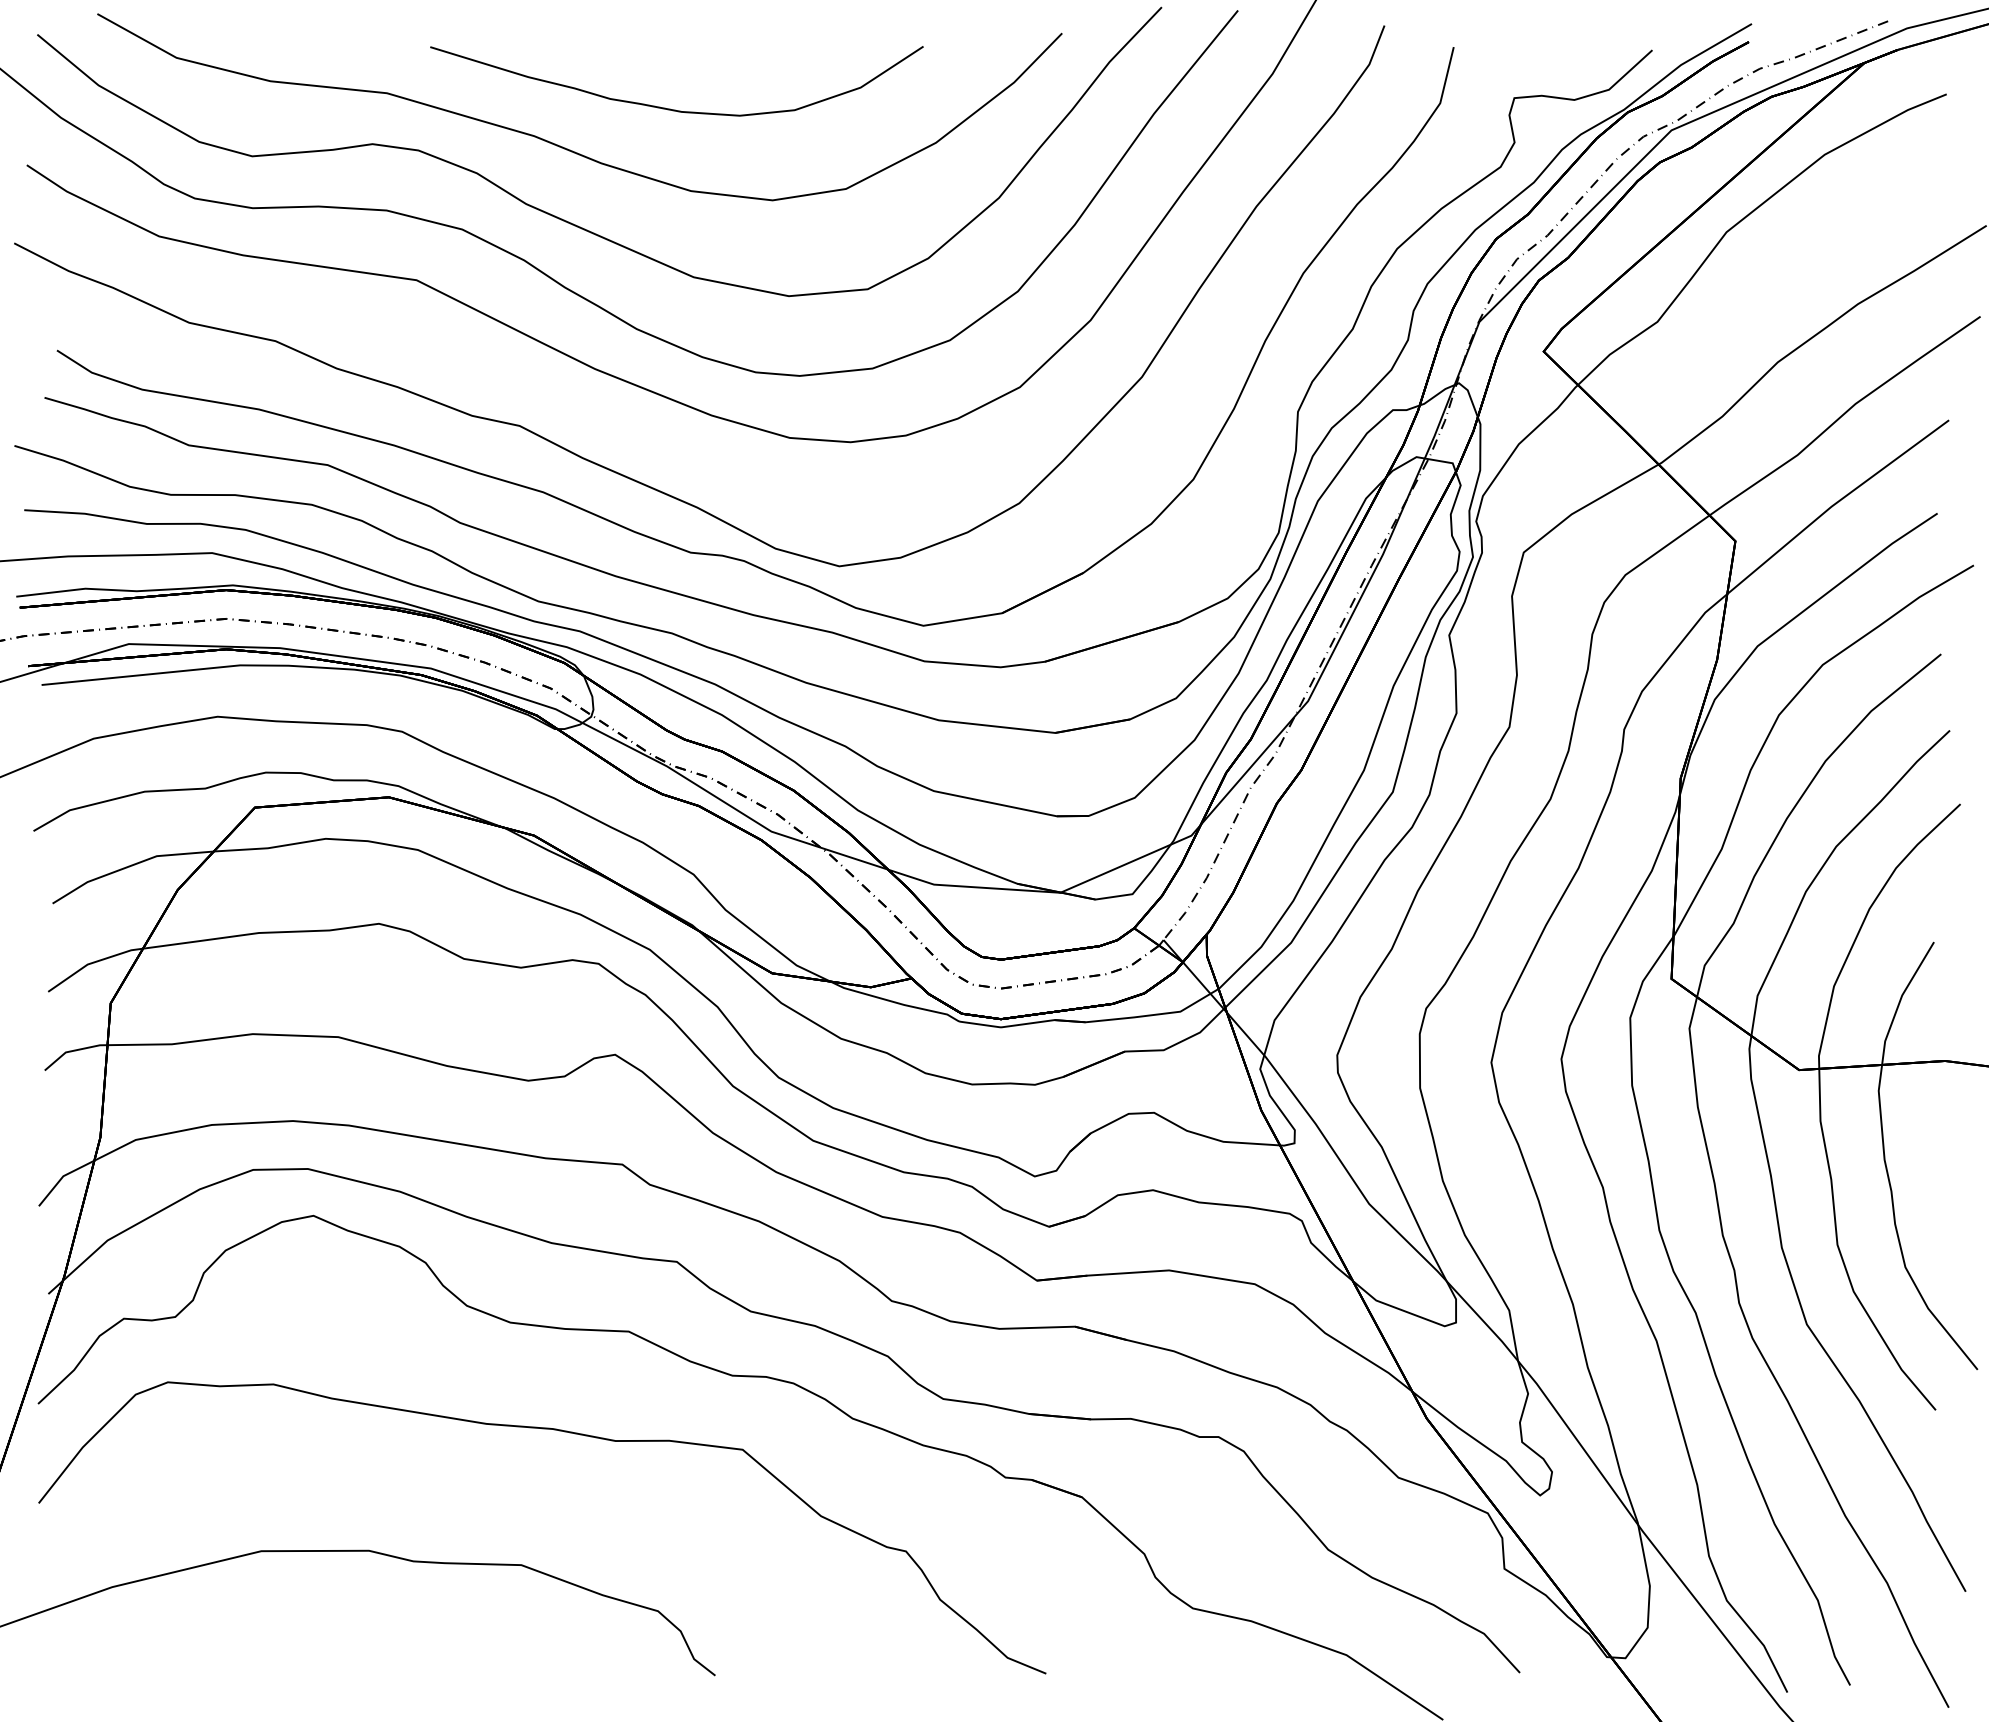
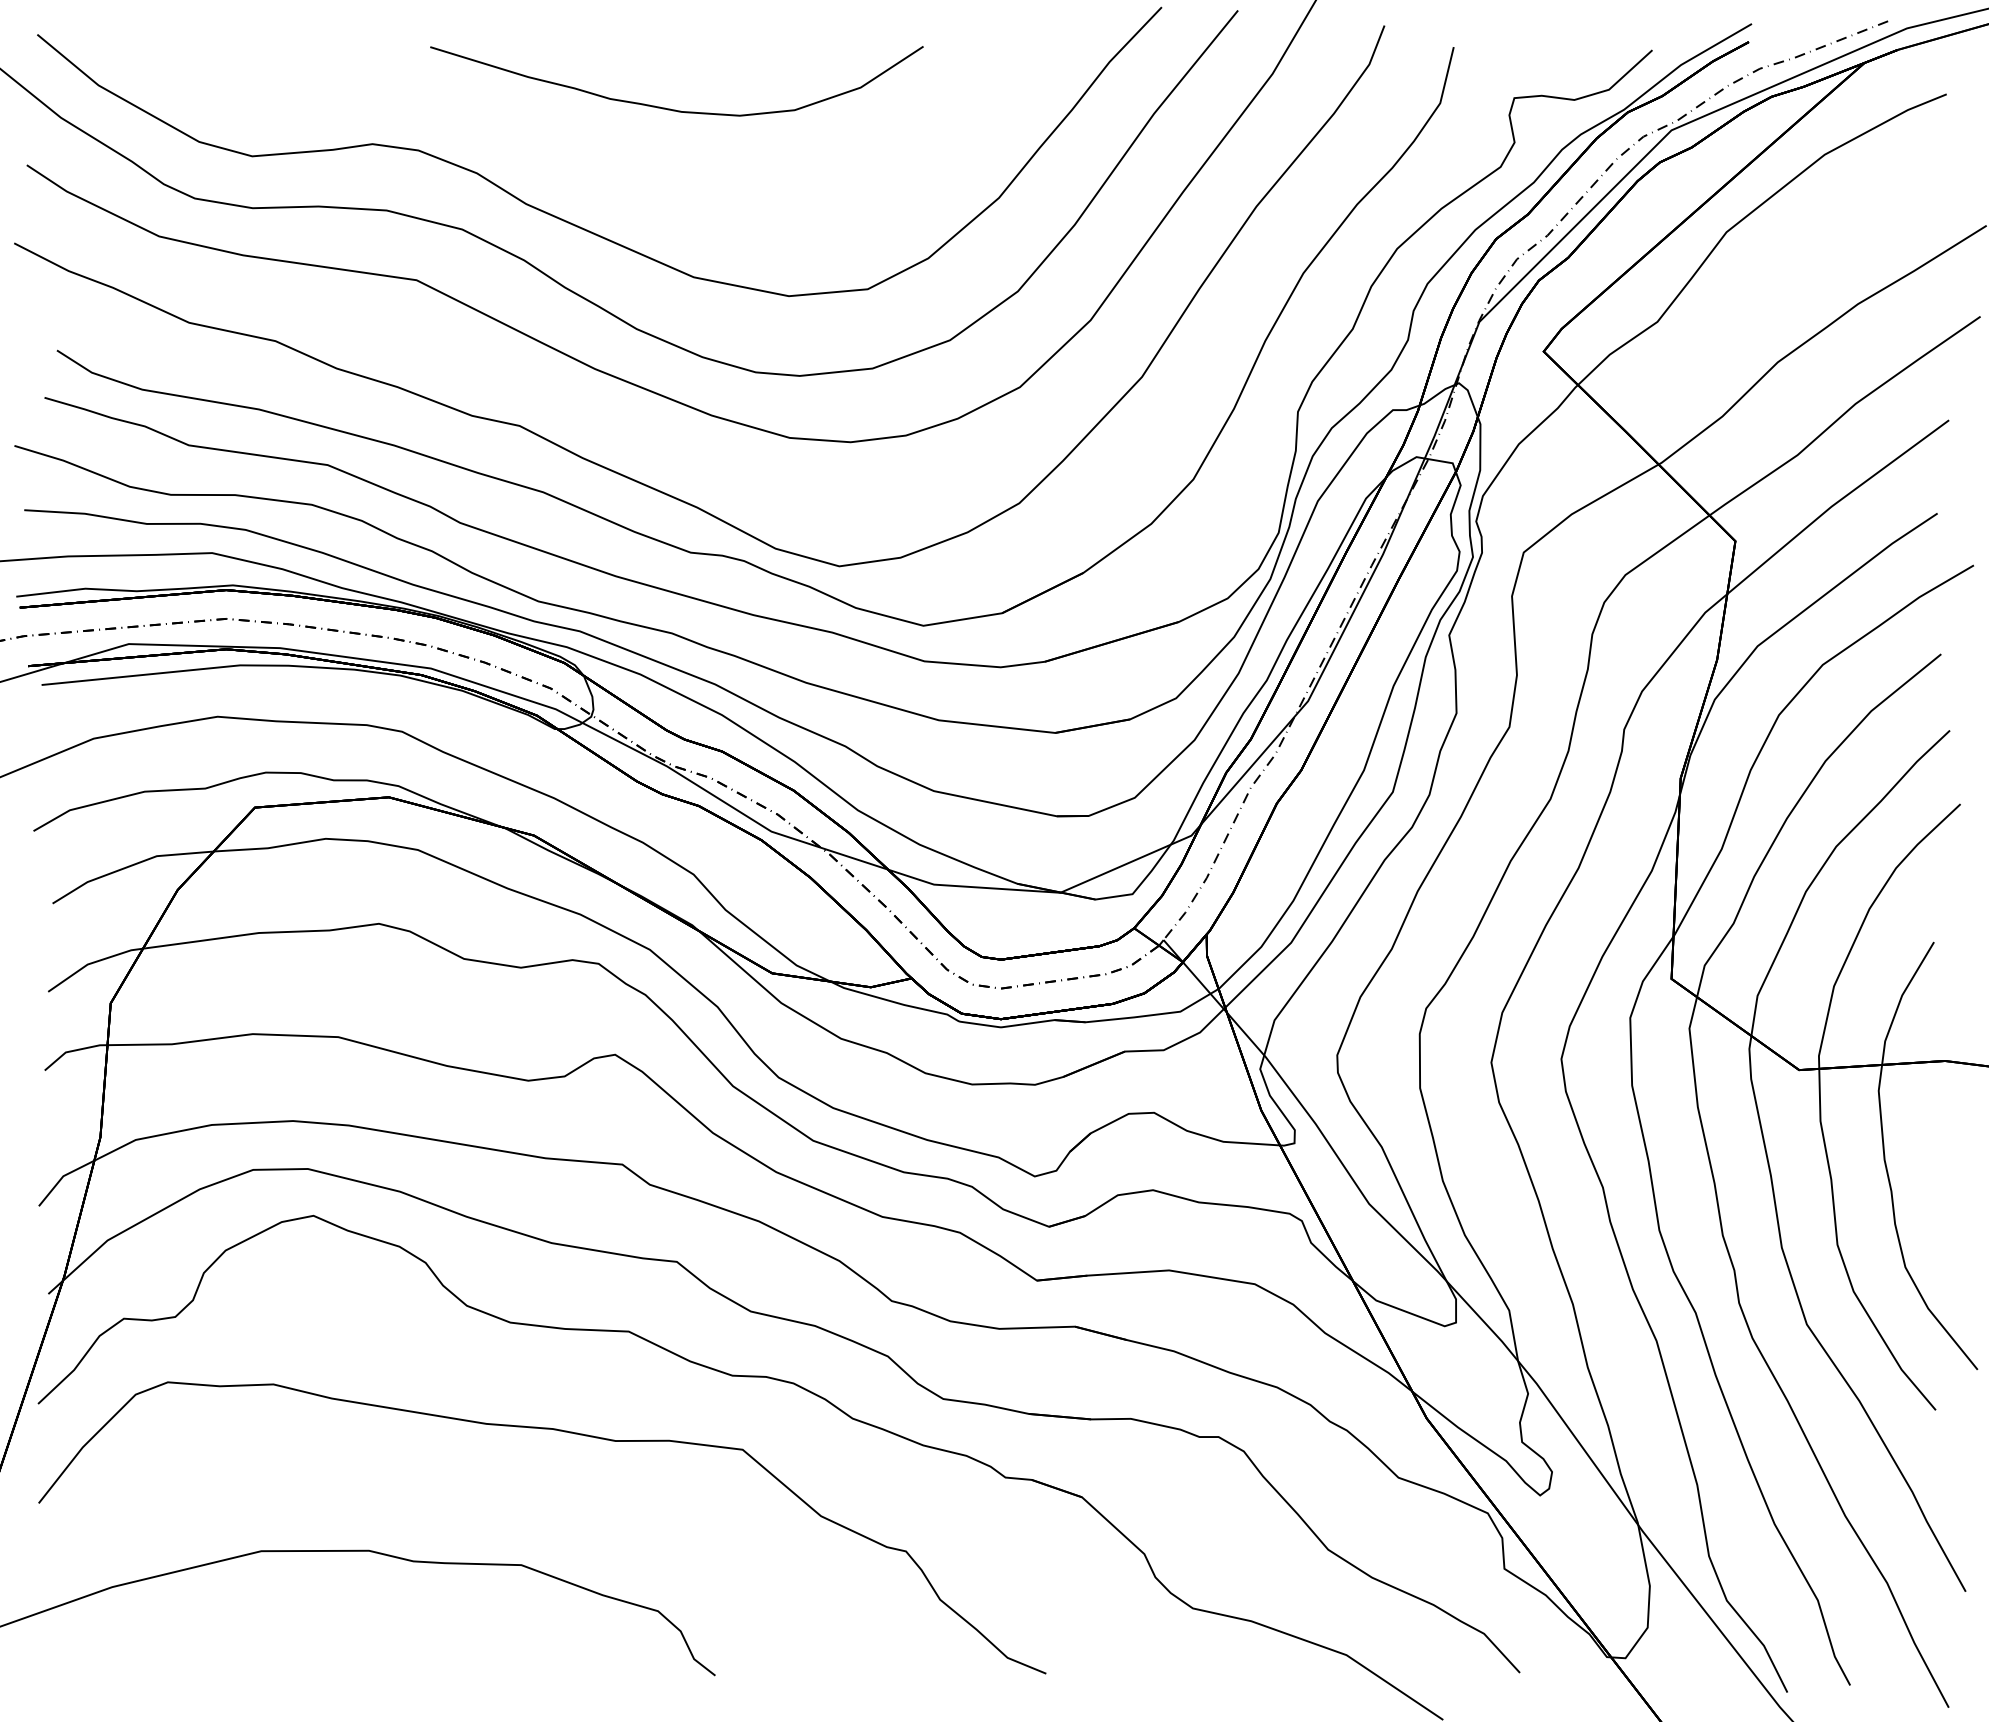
curve at (565, 147): present -> none
